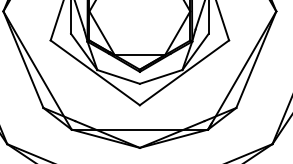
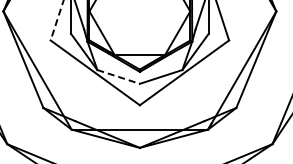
line at (57, 20): solid -> dashed
line at (119, 77): solid -> dashed
